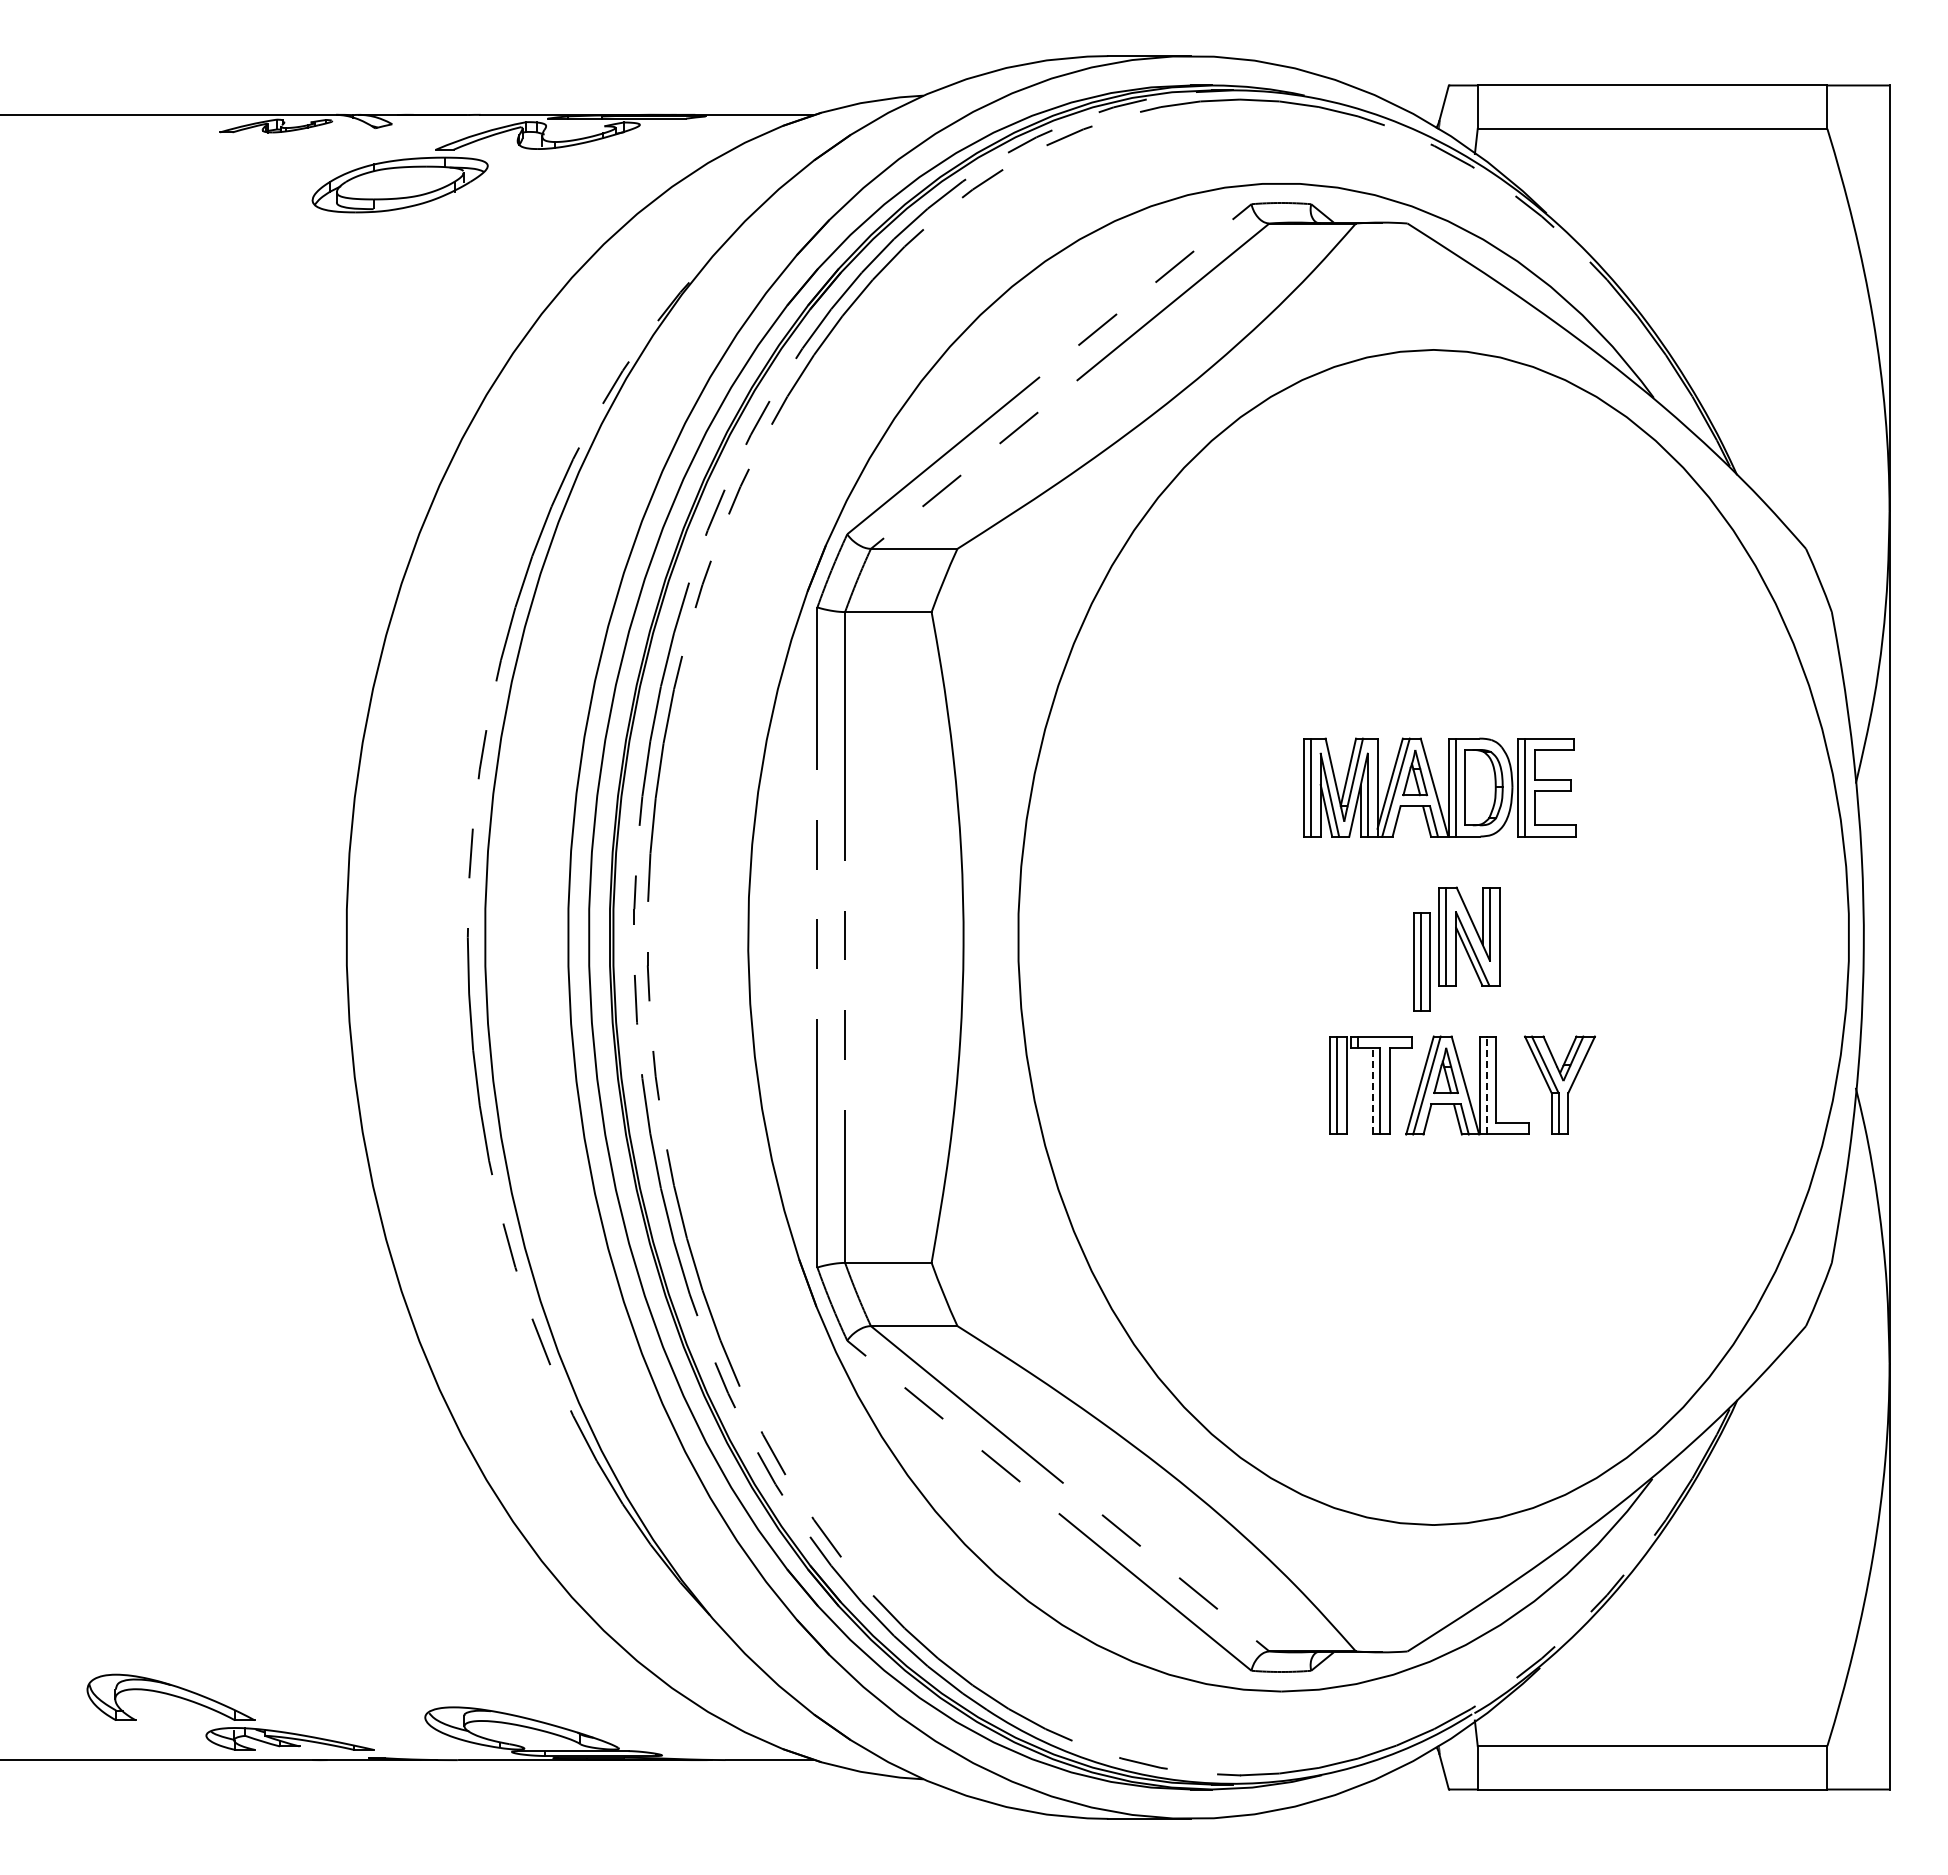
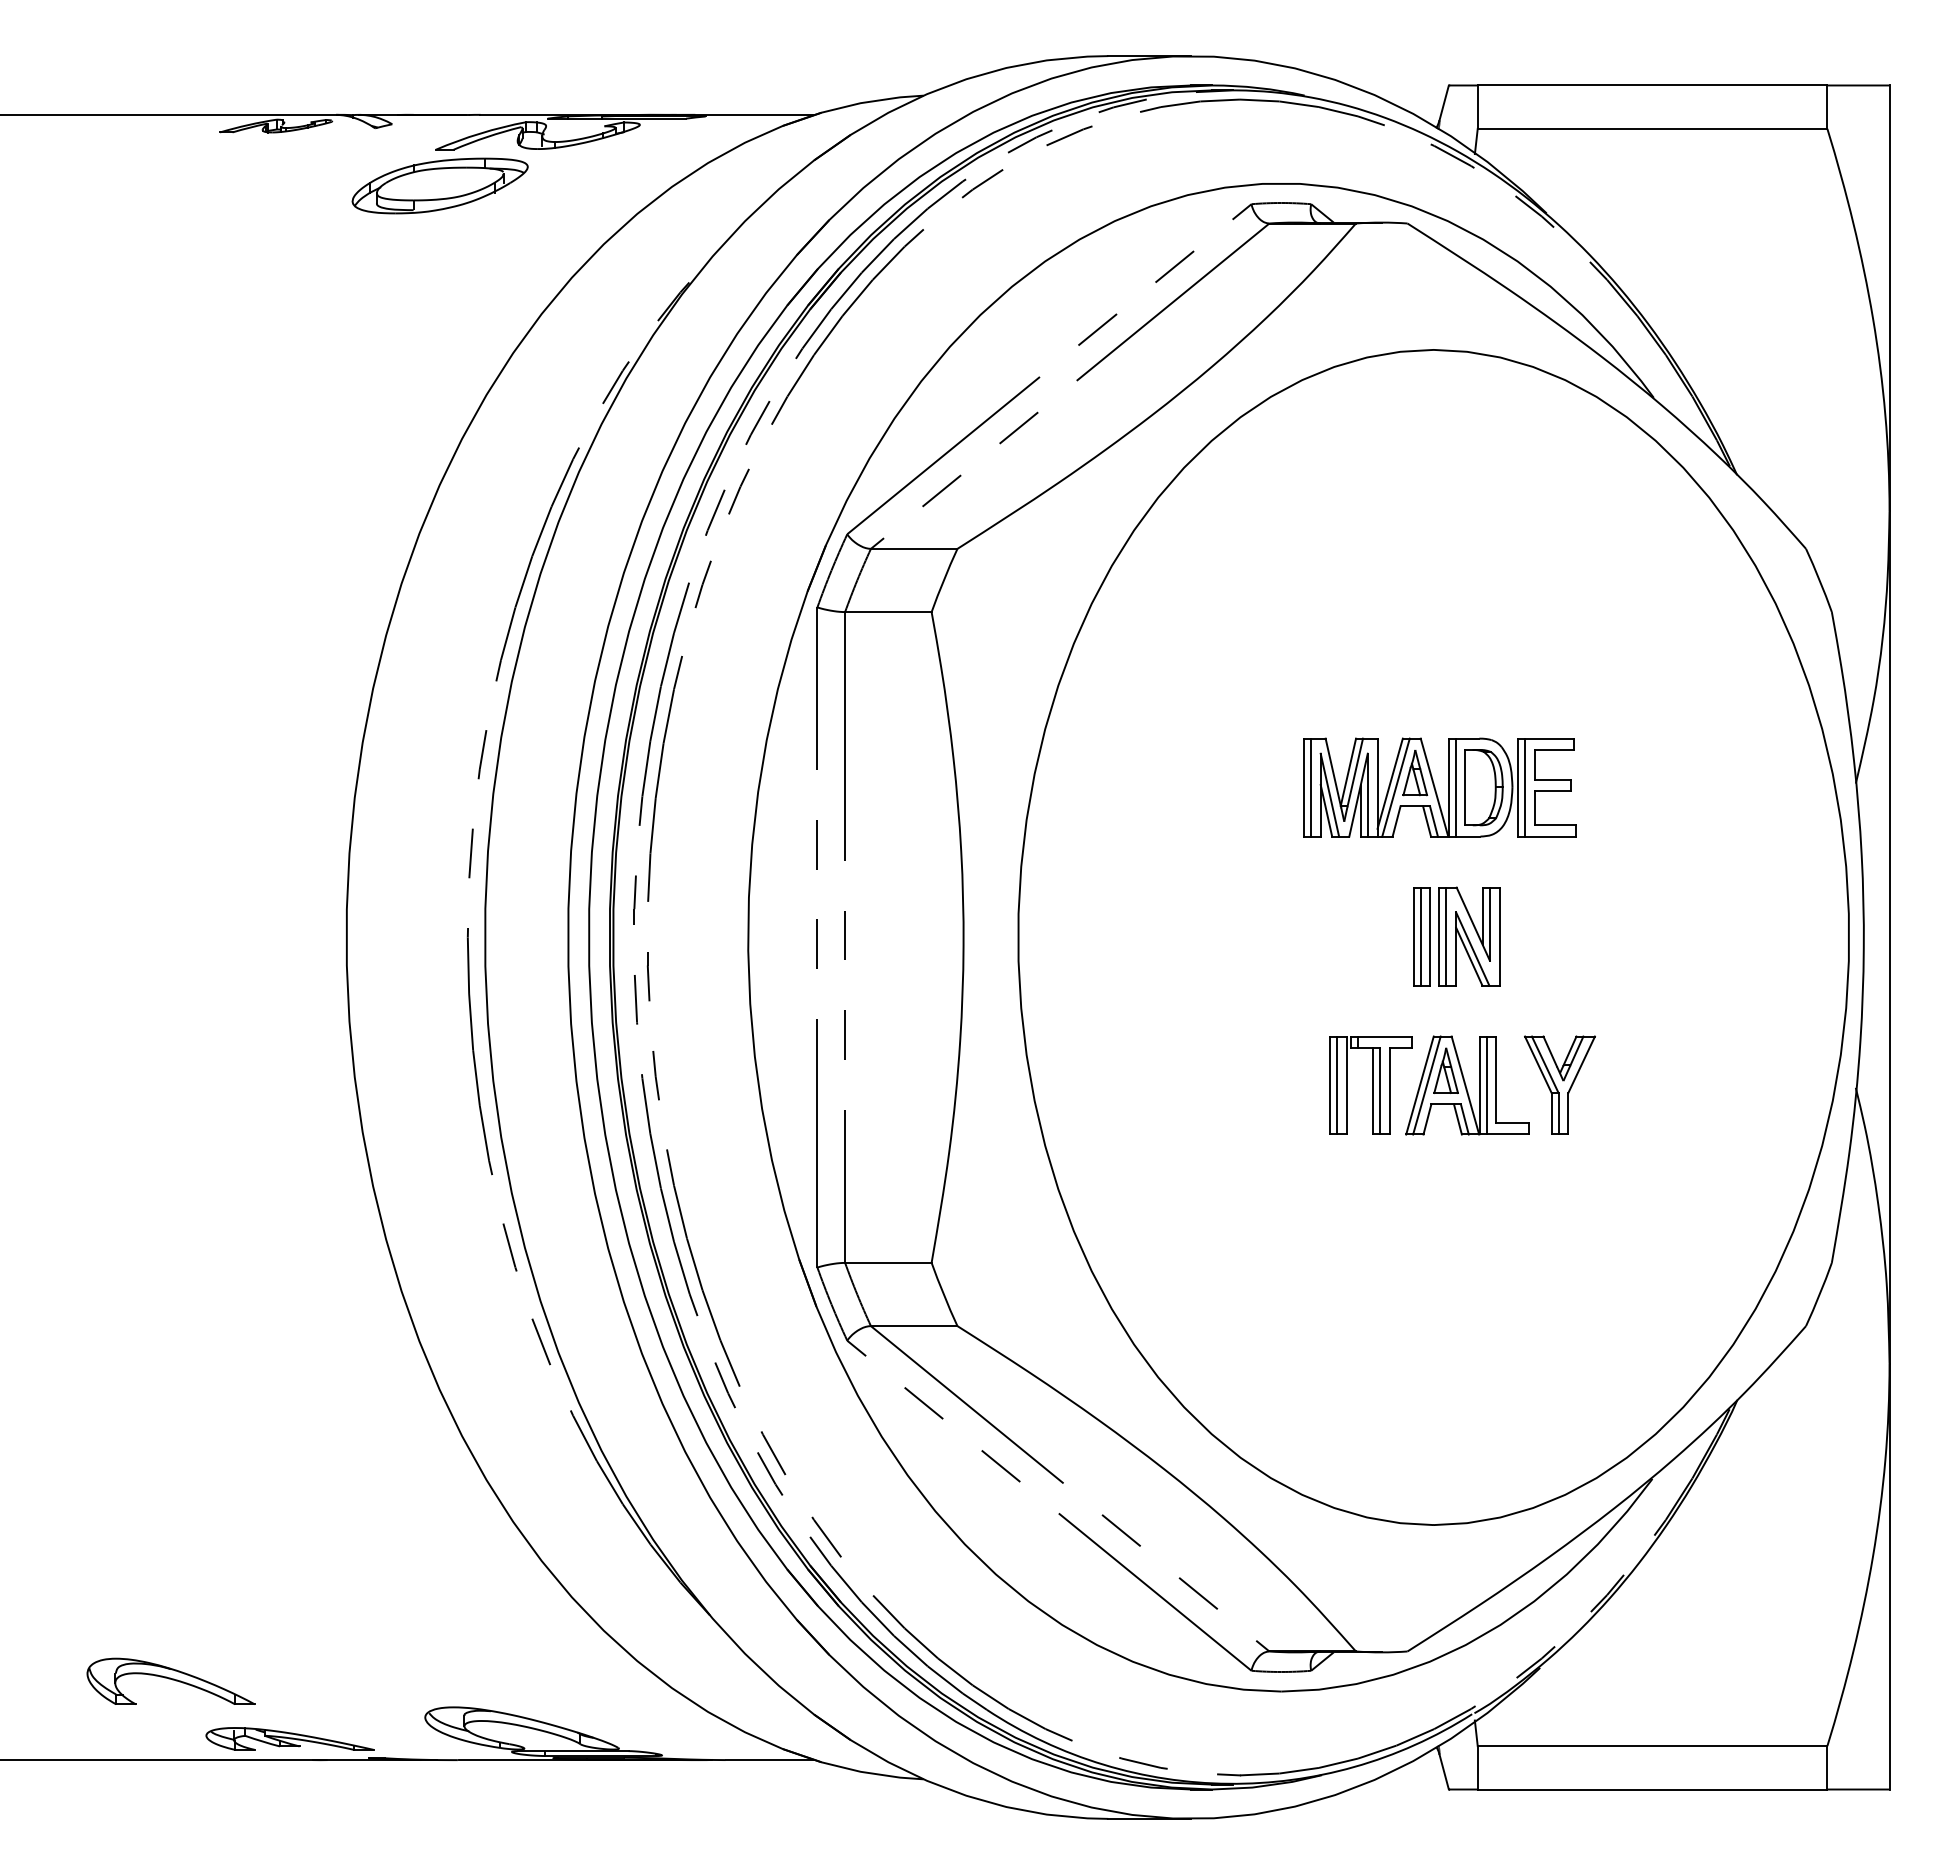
part at (399, 184) position: (399, 184) -> (439, 185)
part at (1421, 961) position: (1421, 961) -> (1421, 936)
line at (1486, 1085): dashed -> solid
line at (1373, 1090): dashed -> solid
part at (170, 1696) position: (170, 1696) -> (170, 1680)
